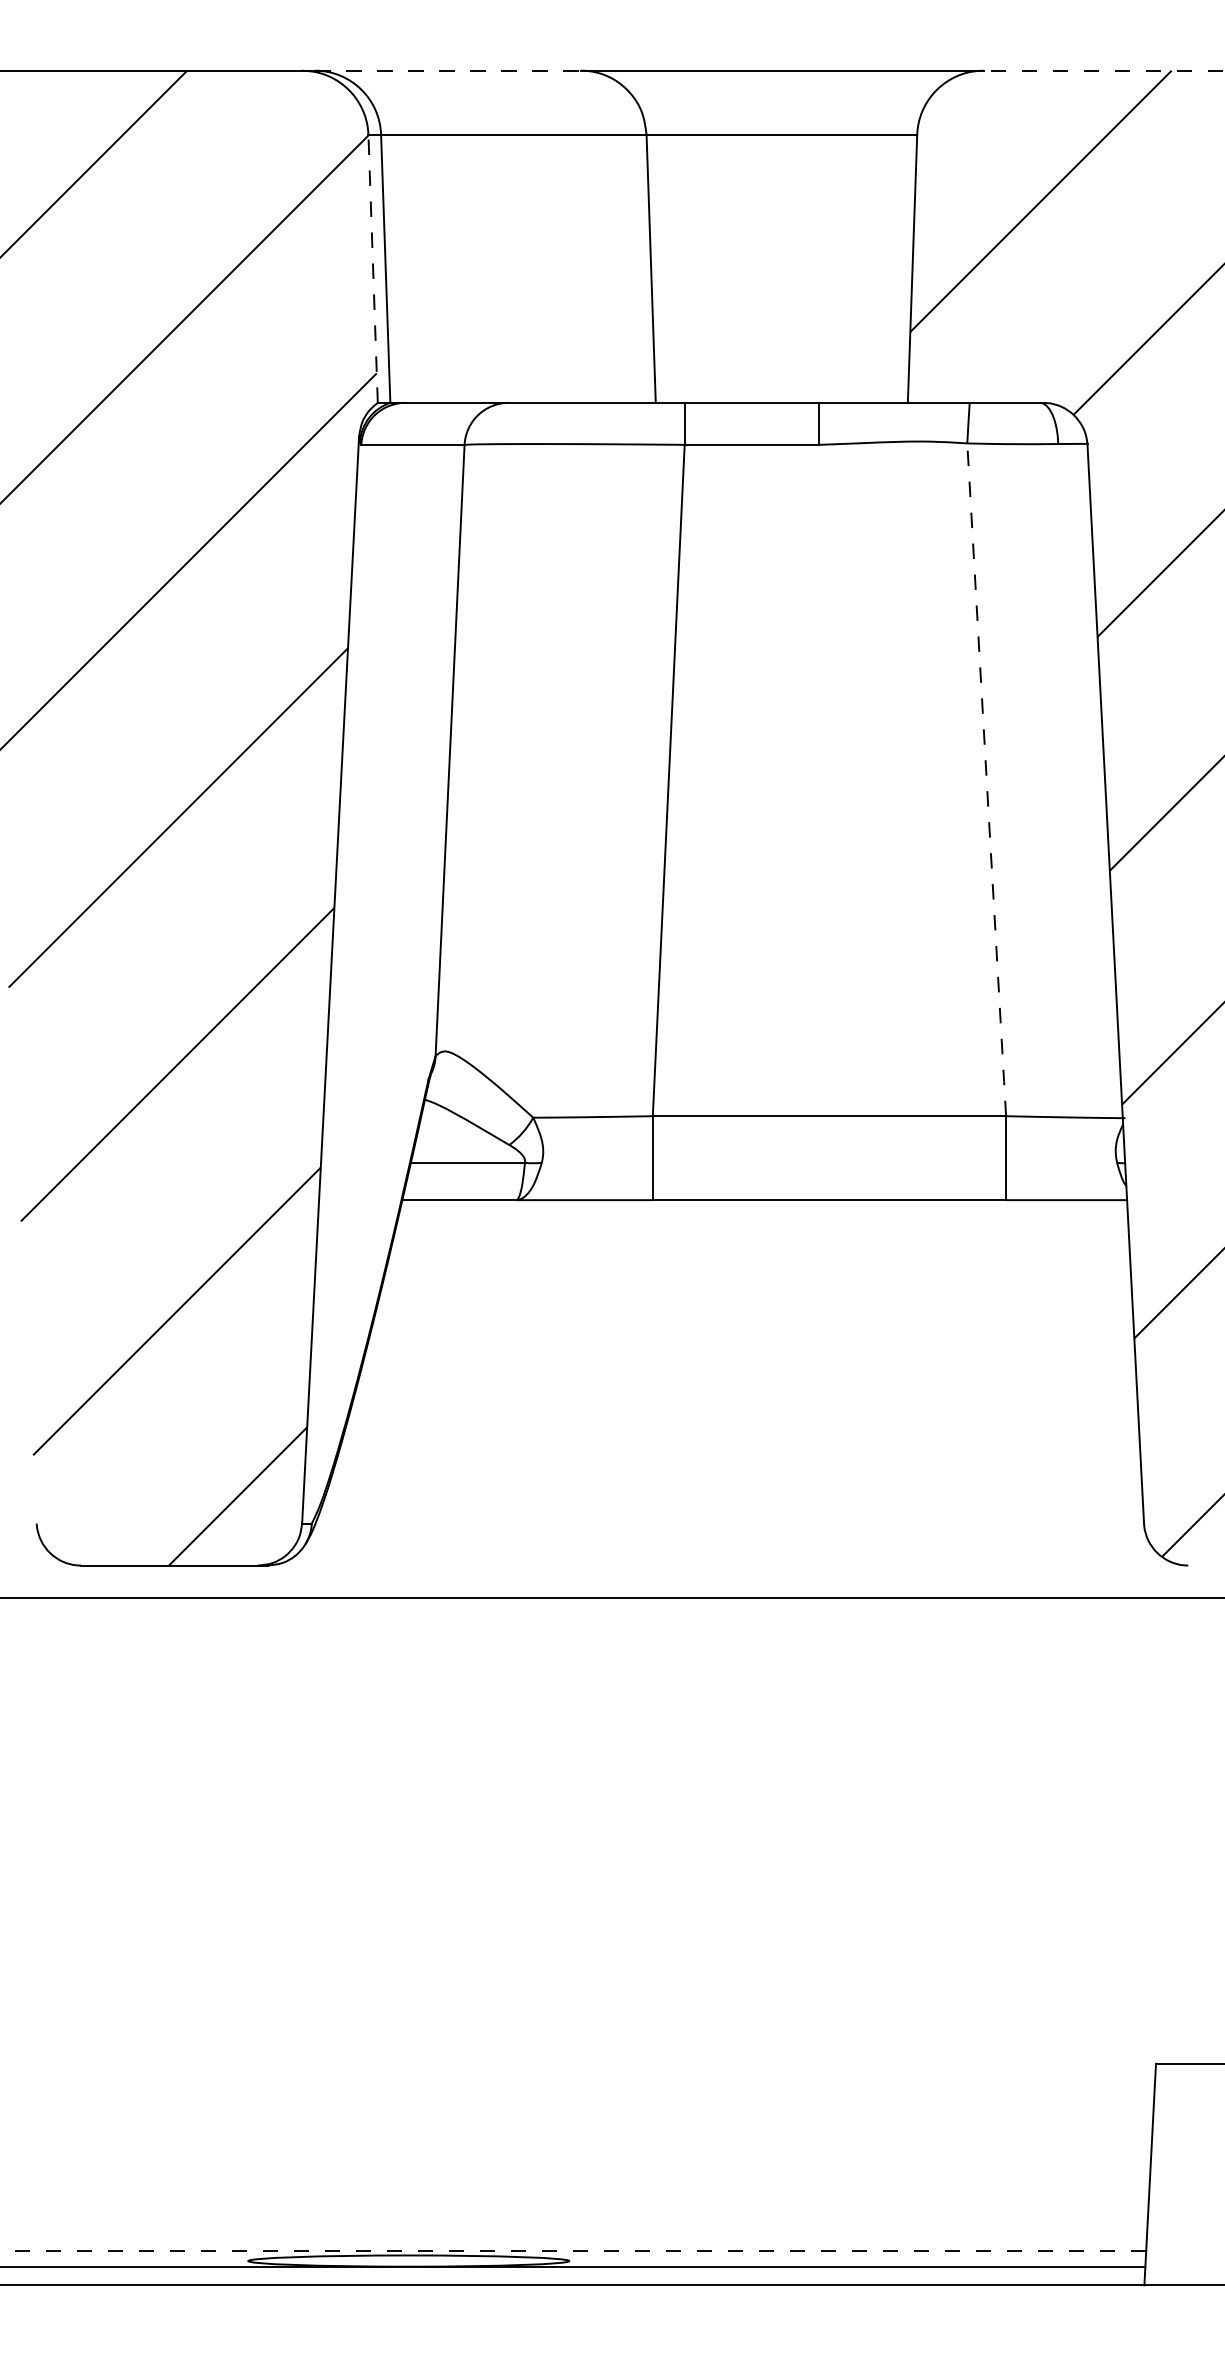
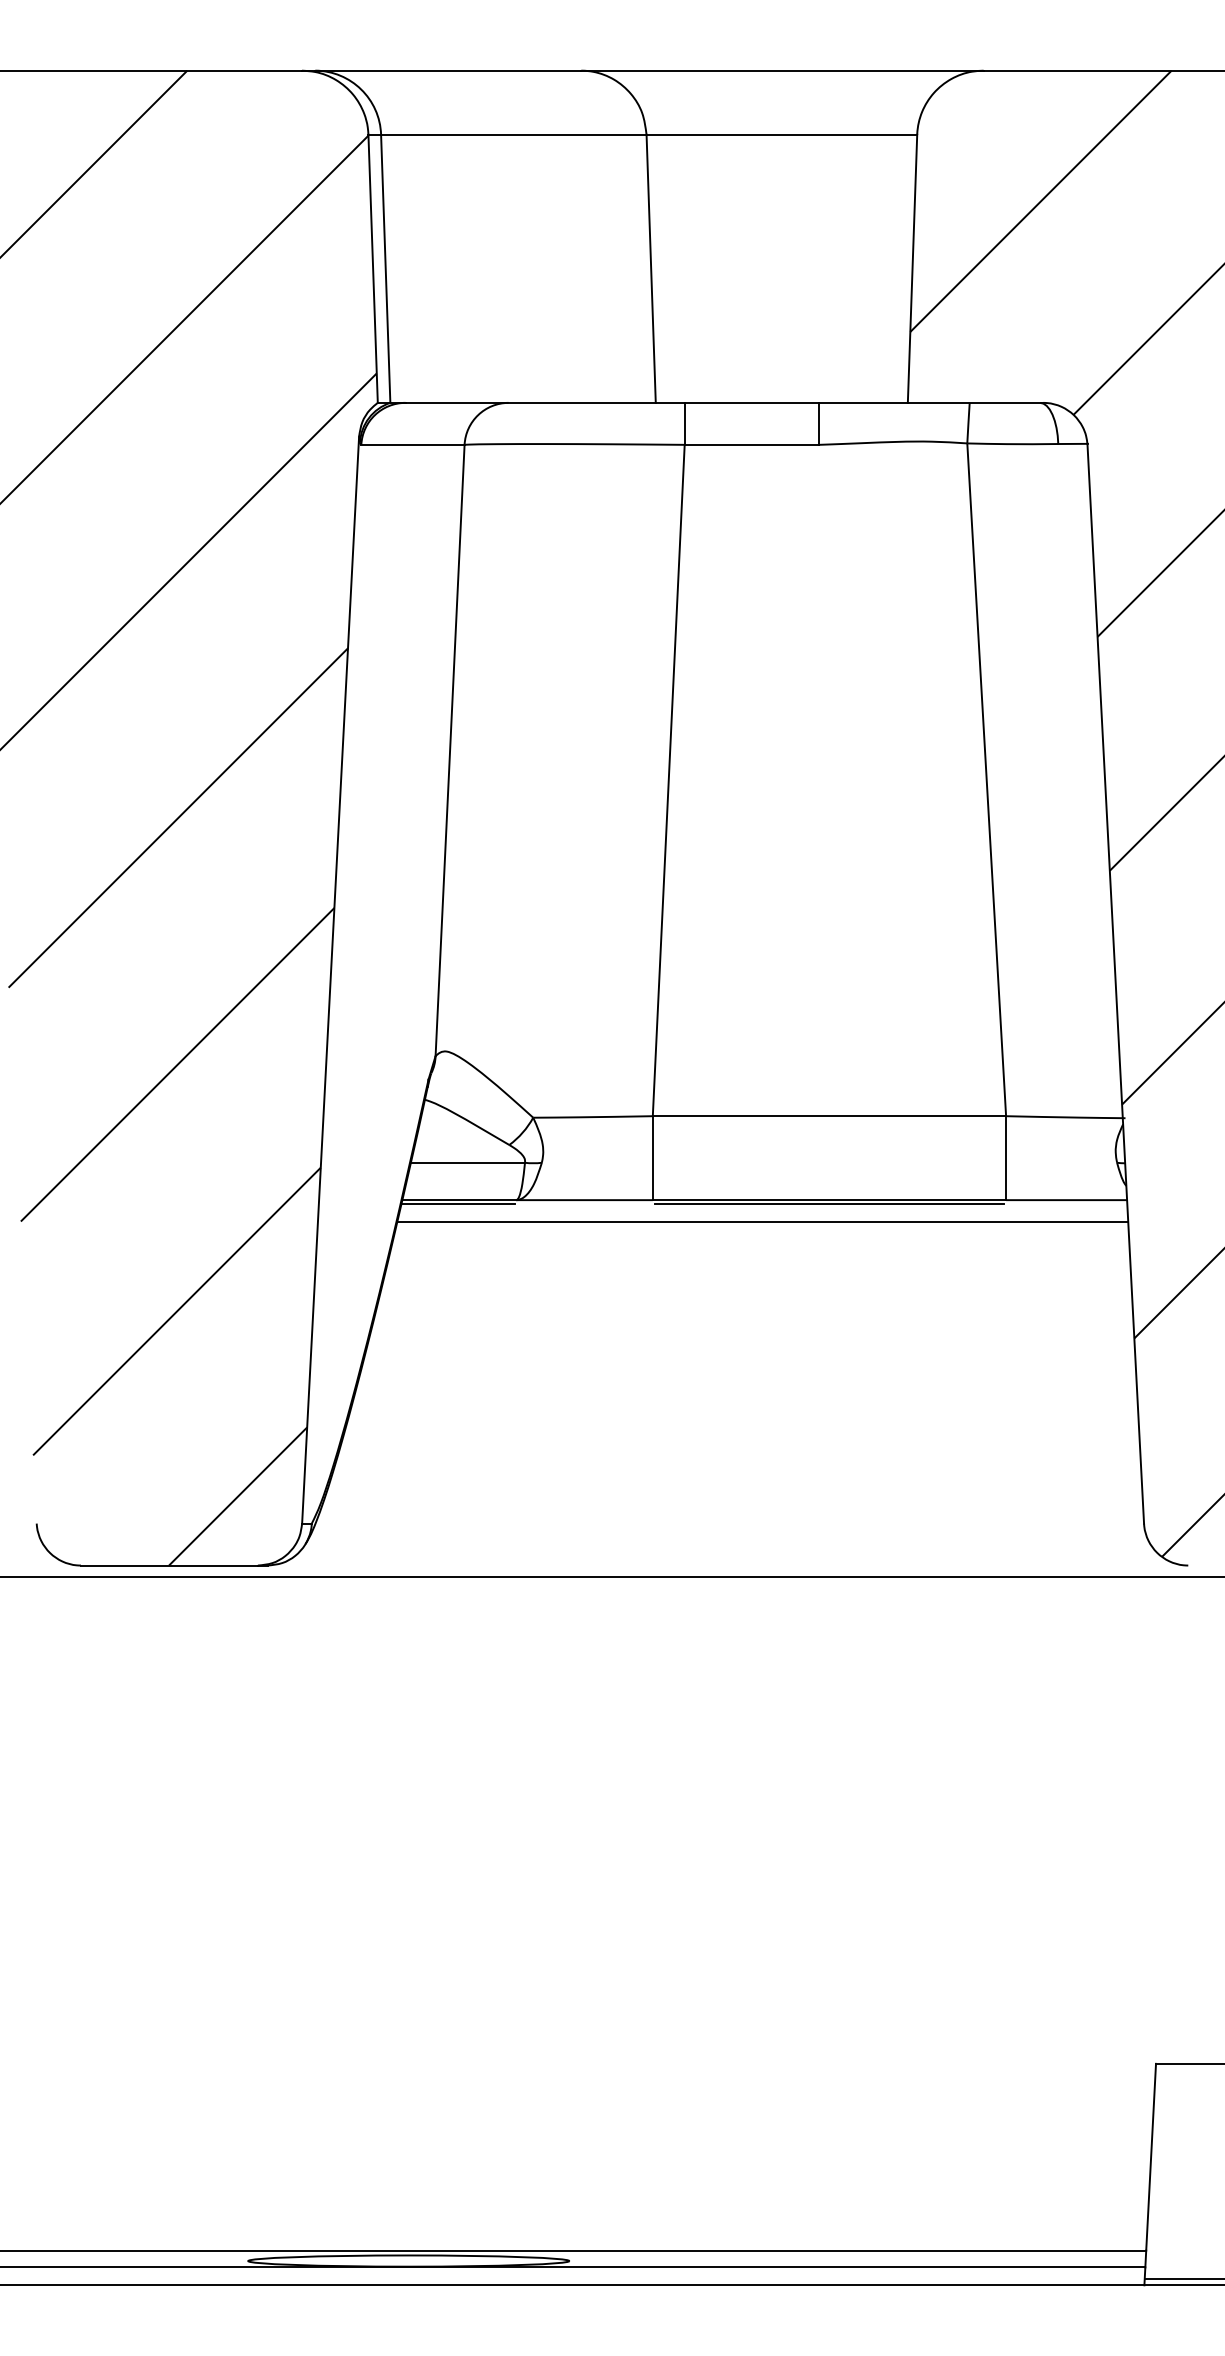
line at (448, 70): dashed -> solid
line at (1103, 70): dashed -> solid
line at (373, 268): dashed -> solid
line at (986, 780): dashed -> solid
line at (457, 1203): none -> present
line at (829, 1203): none -> present
line at (762, 1222): none -> present
line at (611, 1597) position: (611, 1597) -> (611, 1576)
line at (573, 2250): dashed -> solid
line at (1182, 2279): none -> present
